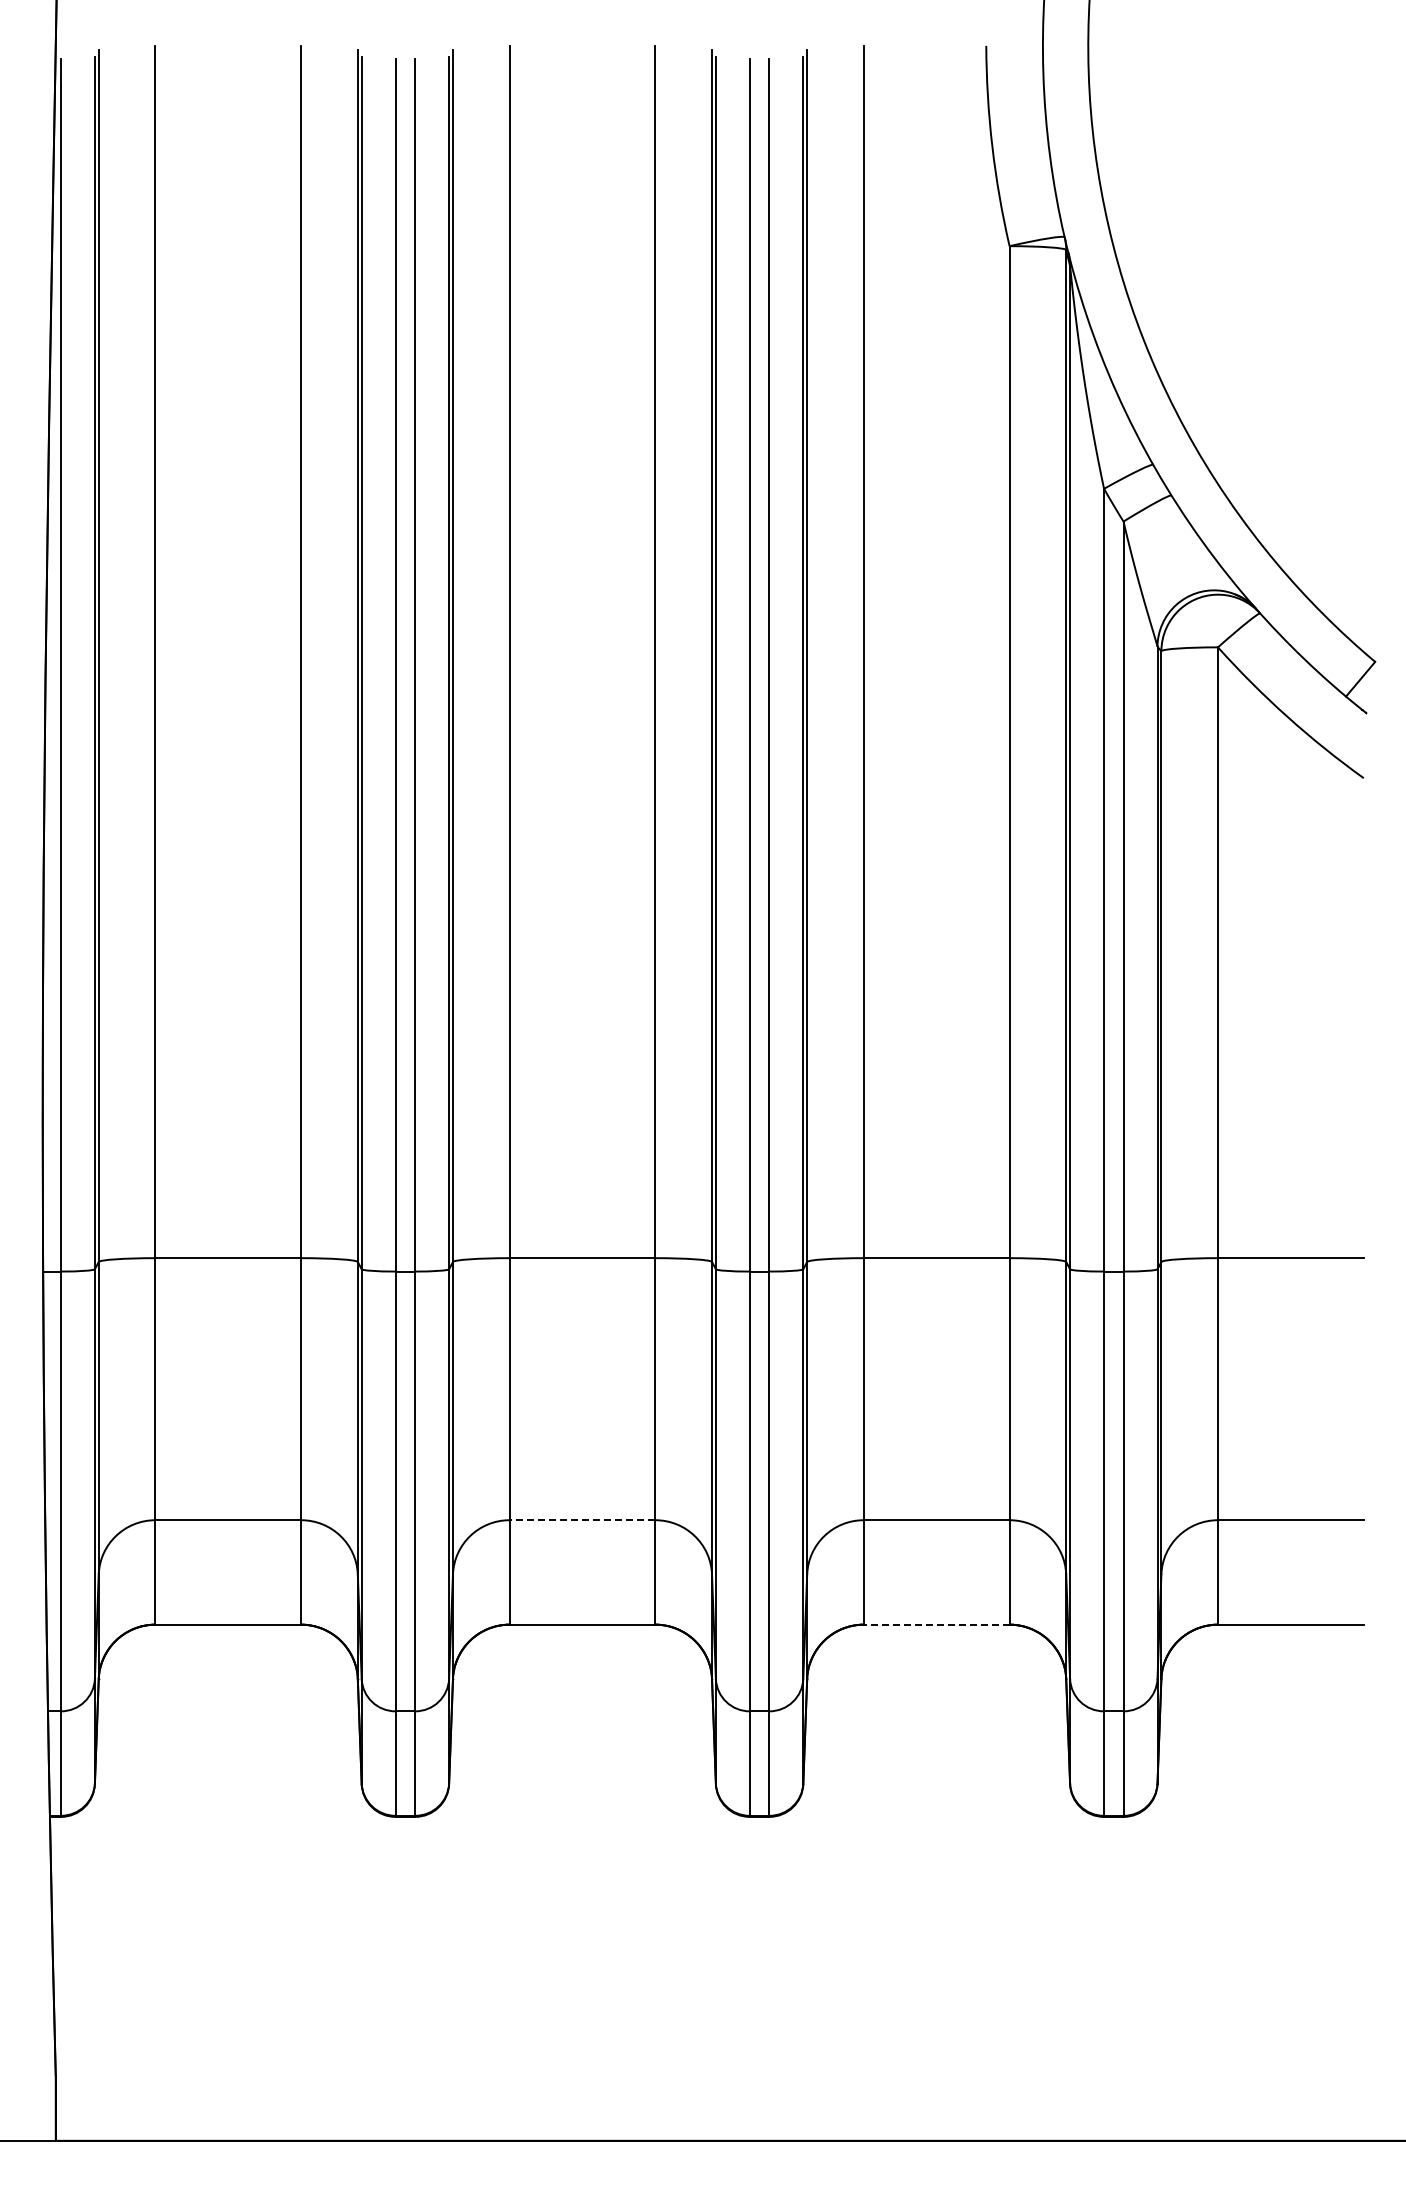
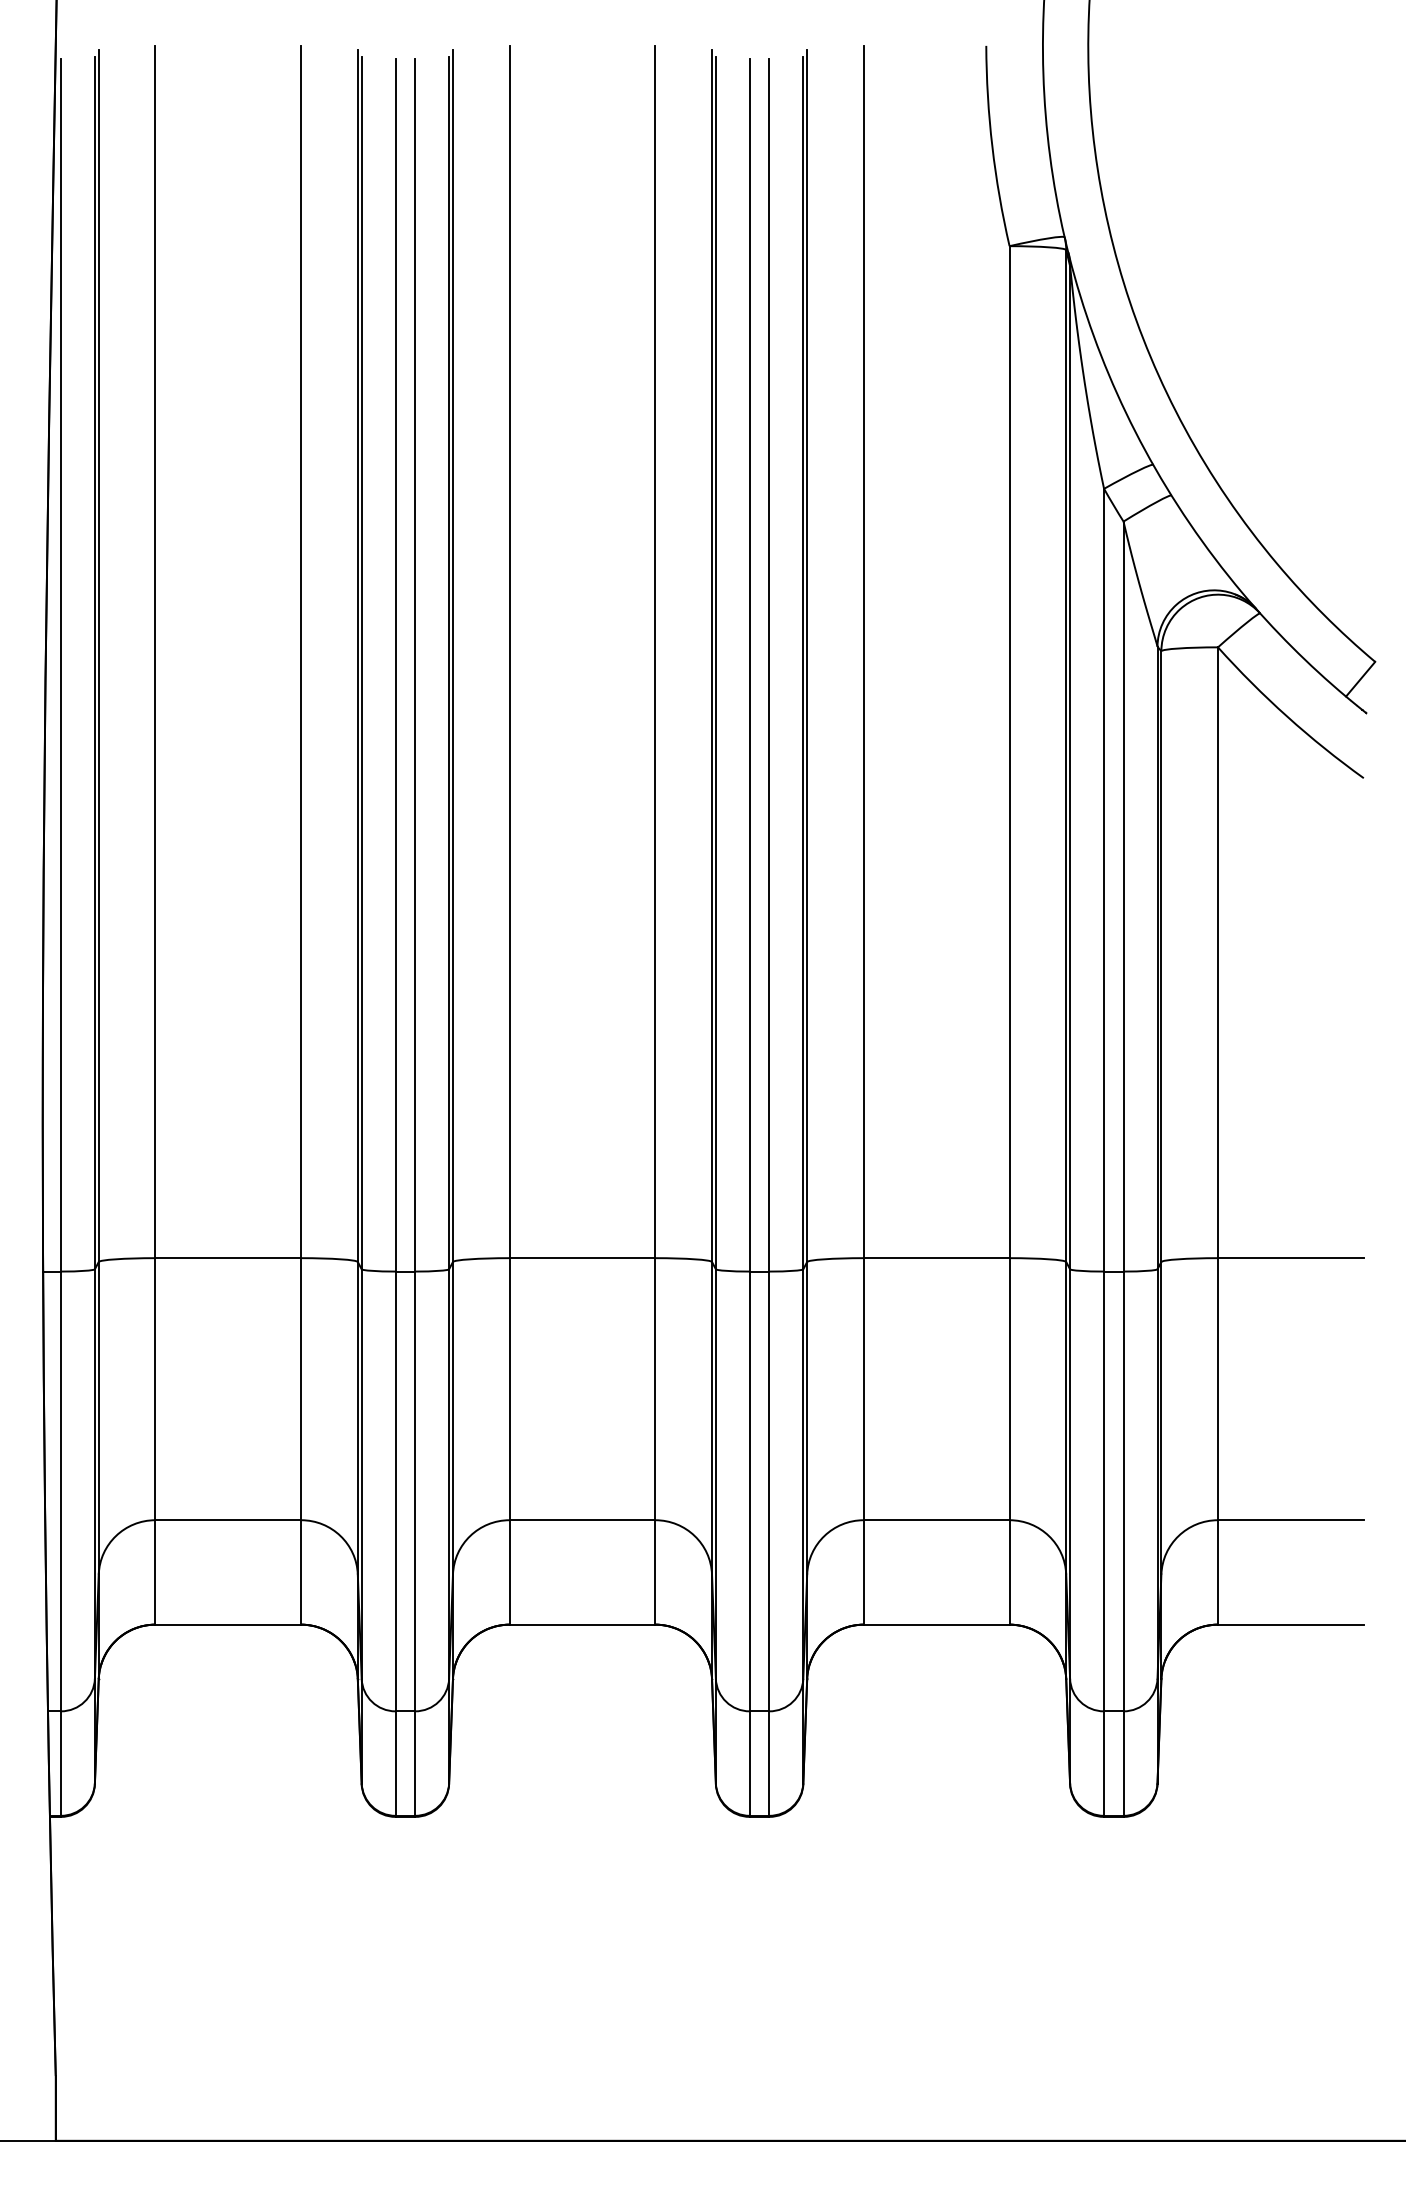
line at (582, 1520): dashed -> solid
line at (936, 1624): dashed -> solid
